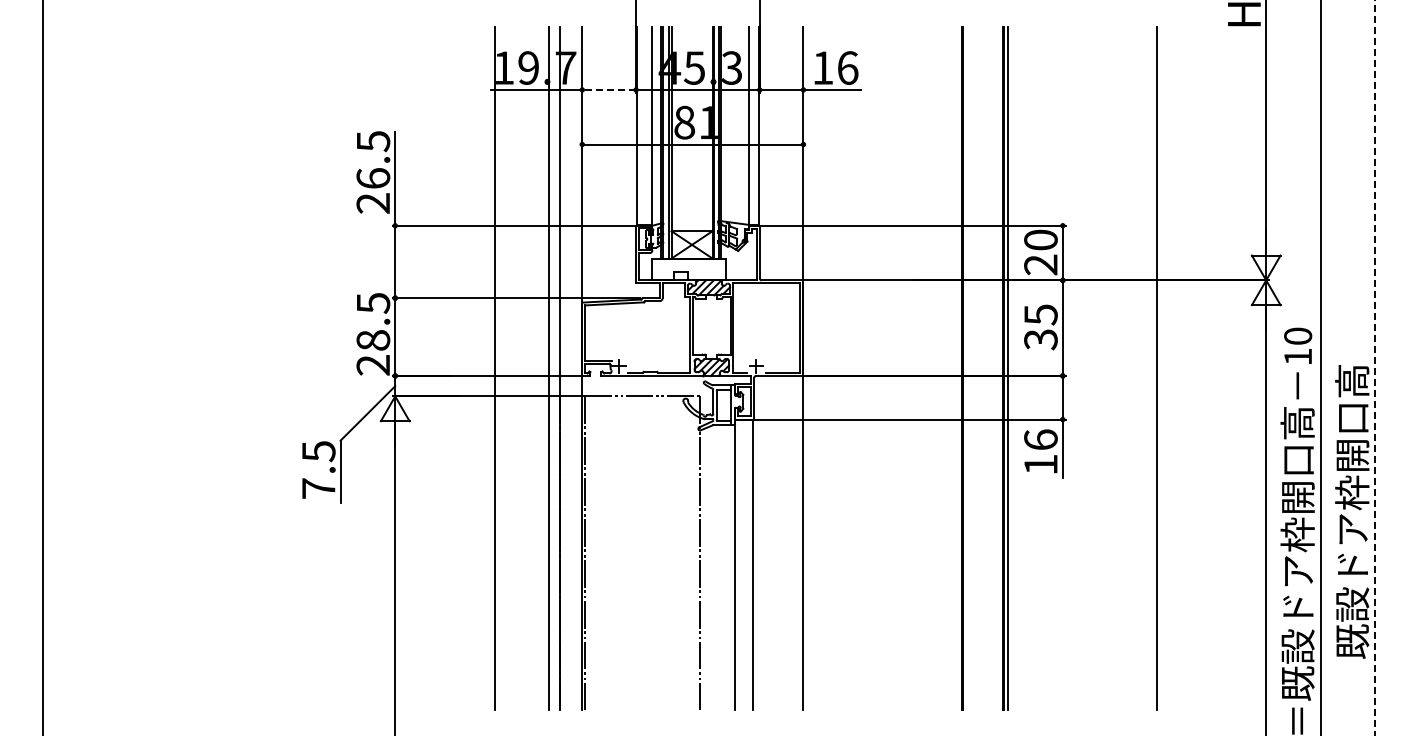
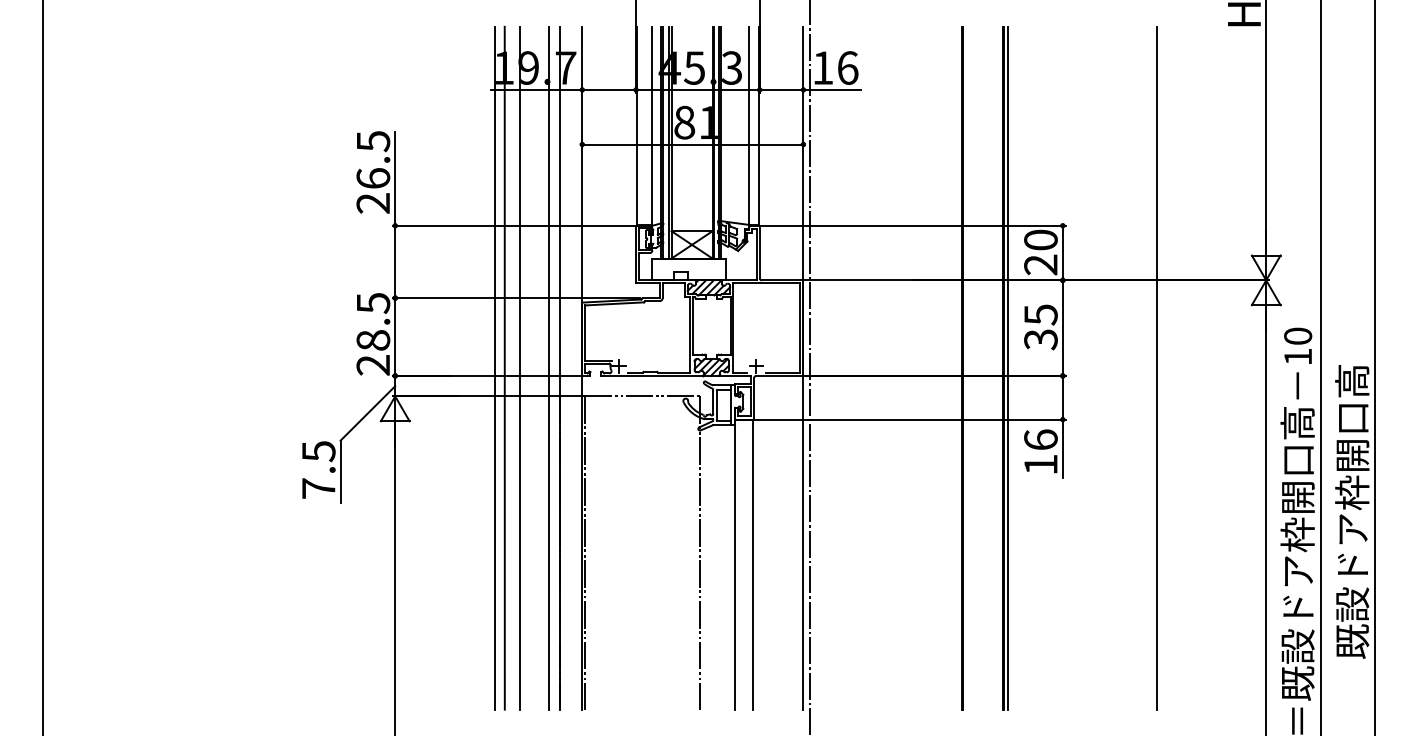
line at (609, 89): dashed -> solid
line at (504, 367): none -> present
line at (520, 367): none -> present
line at (810, 367): none -> present
line at (1375, 368): dashed -> solid
